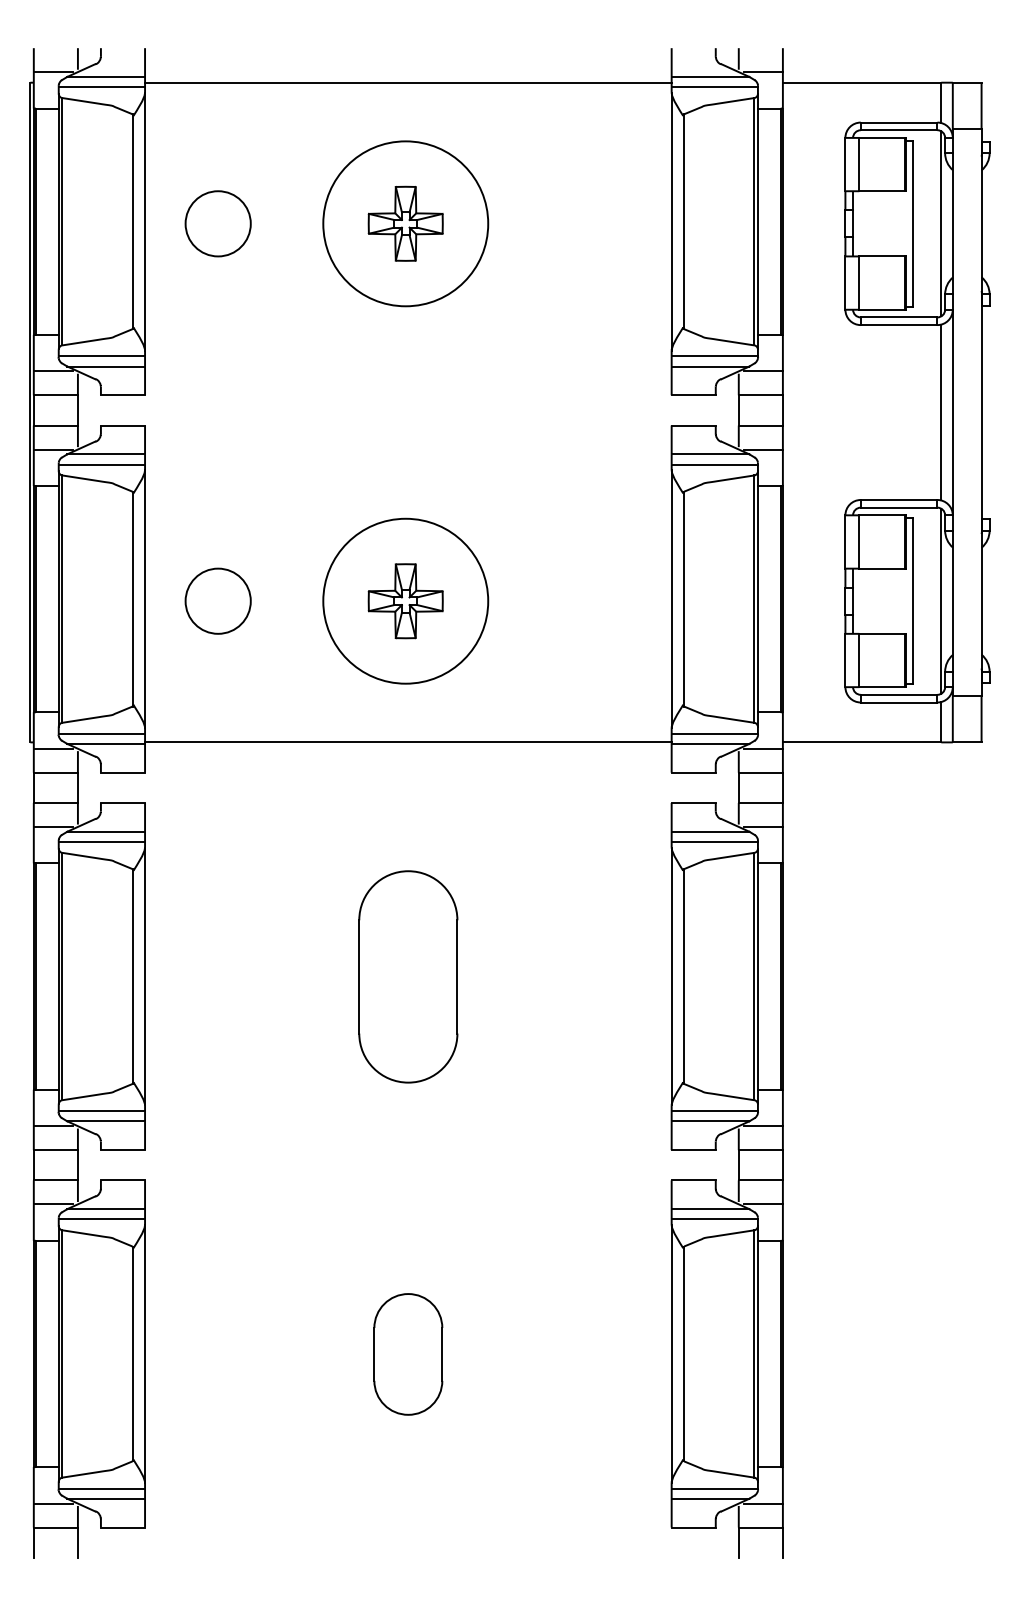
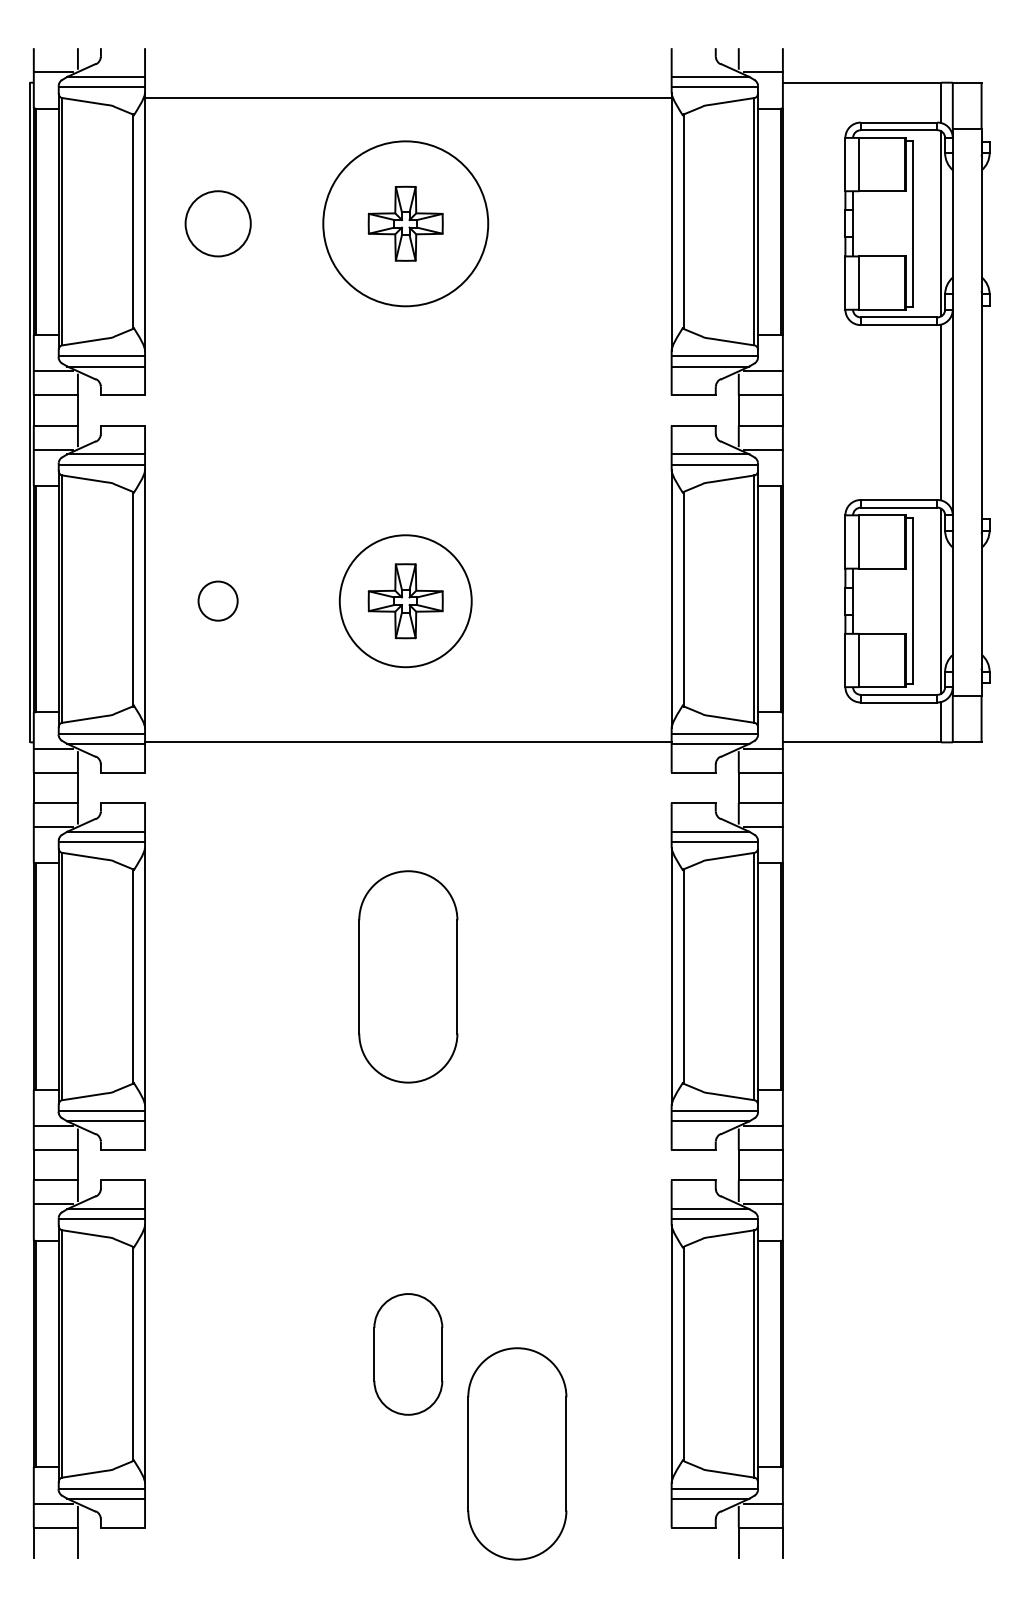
line at (408, 82) position: (408, 82) -> (408, 97)
circle at (217, 600) size: 68x68 px -> 42x42 px
circle at (405, 600) diameter: 165 px -> 132 px
part at (517, 1453): none -> present
